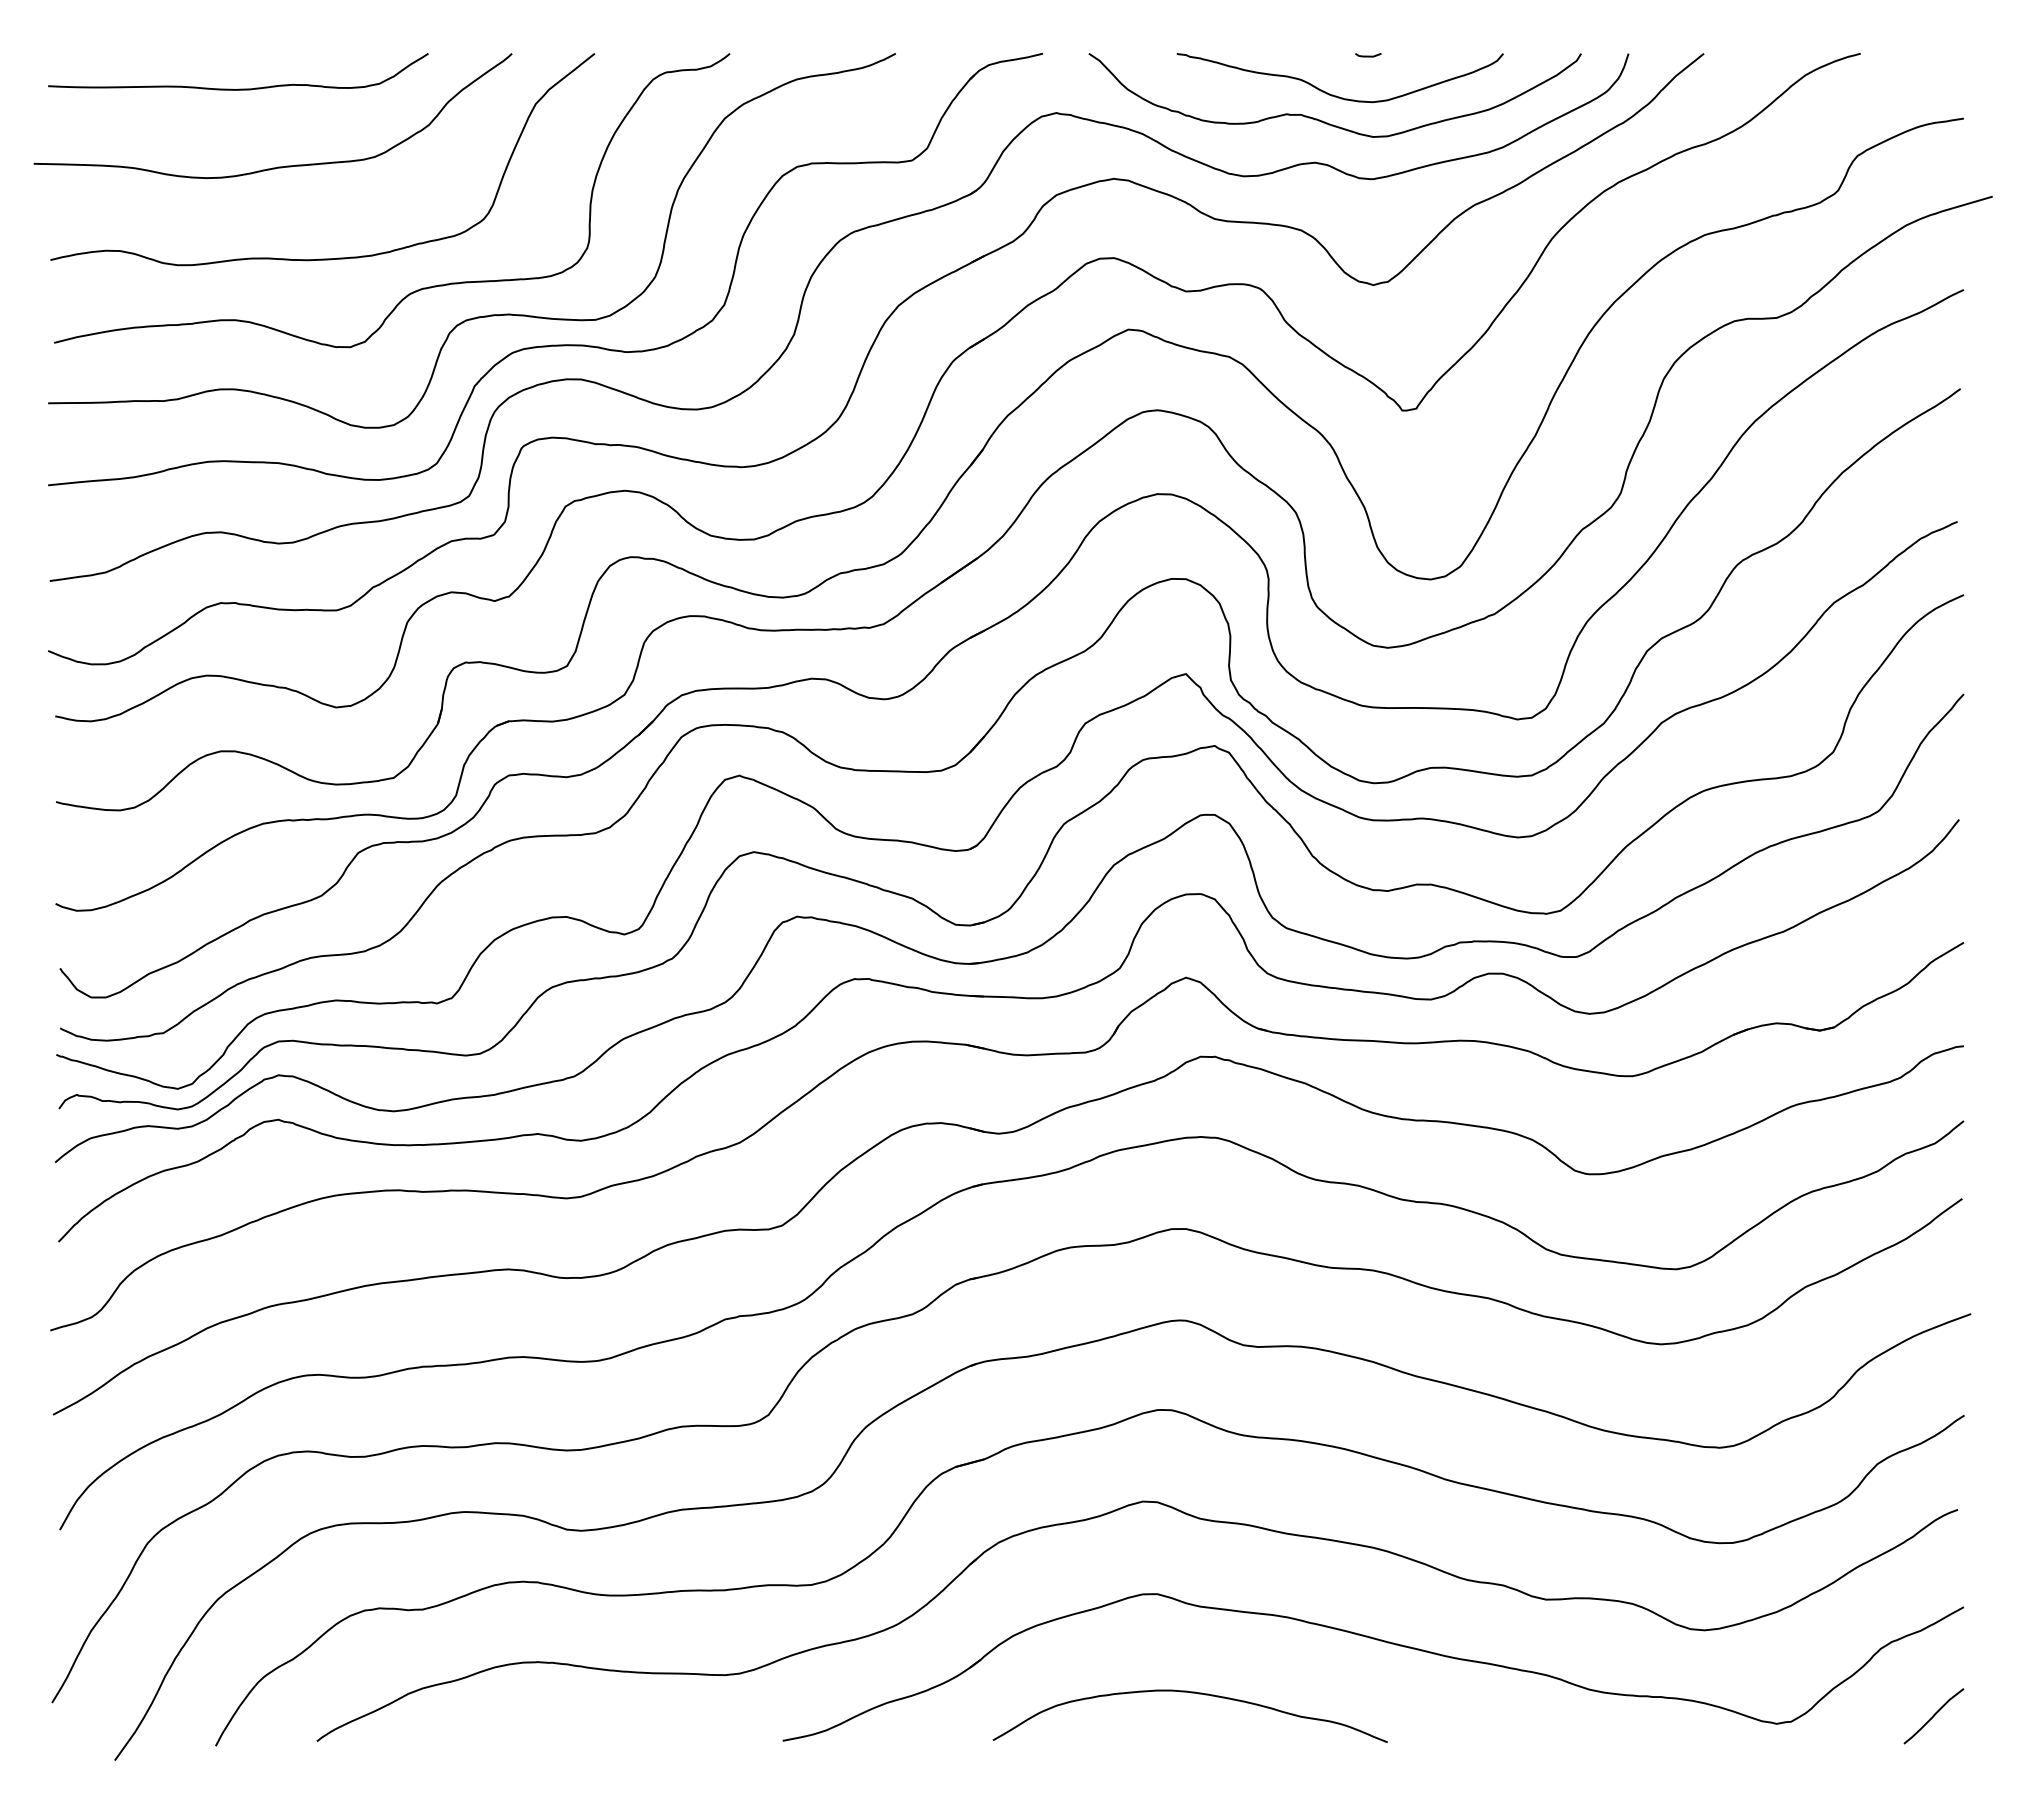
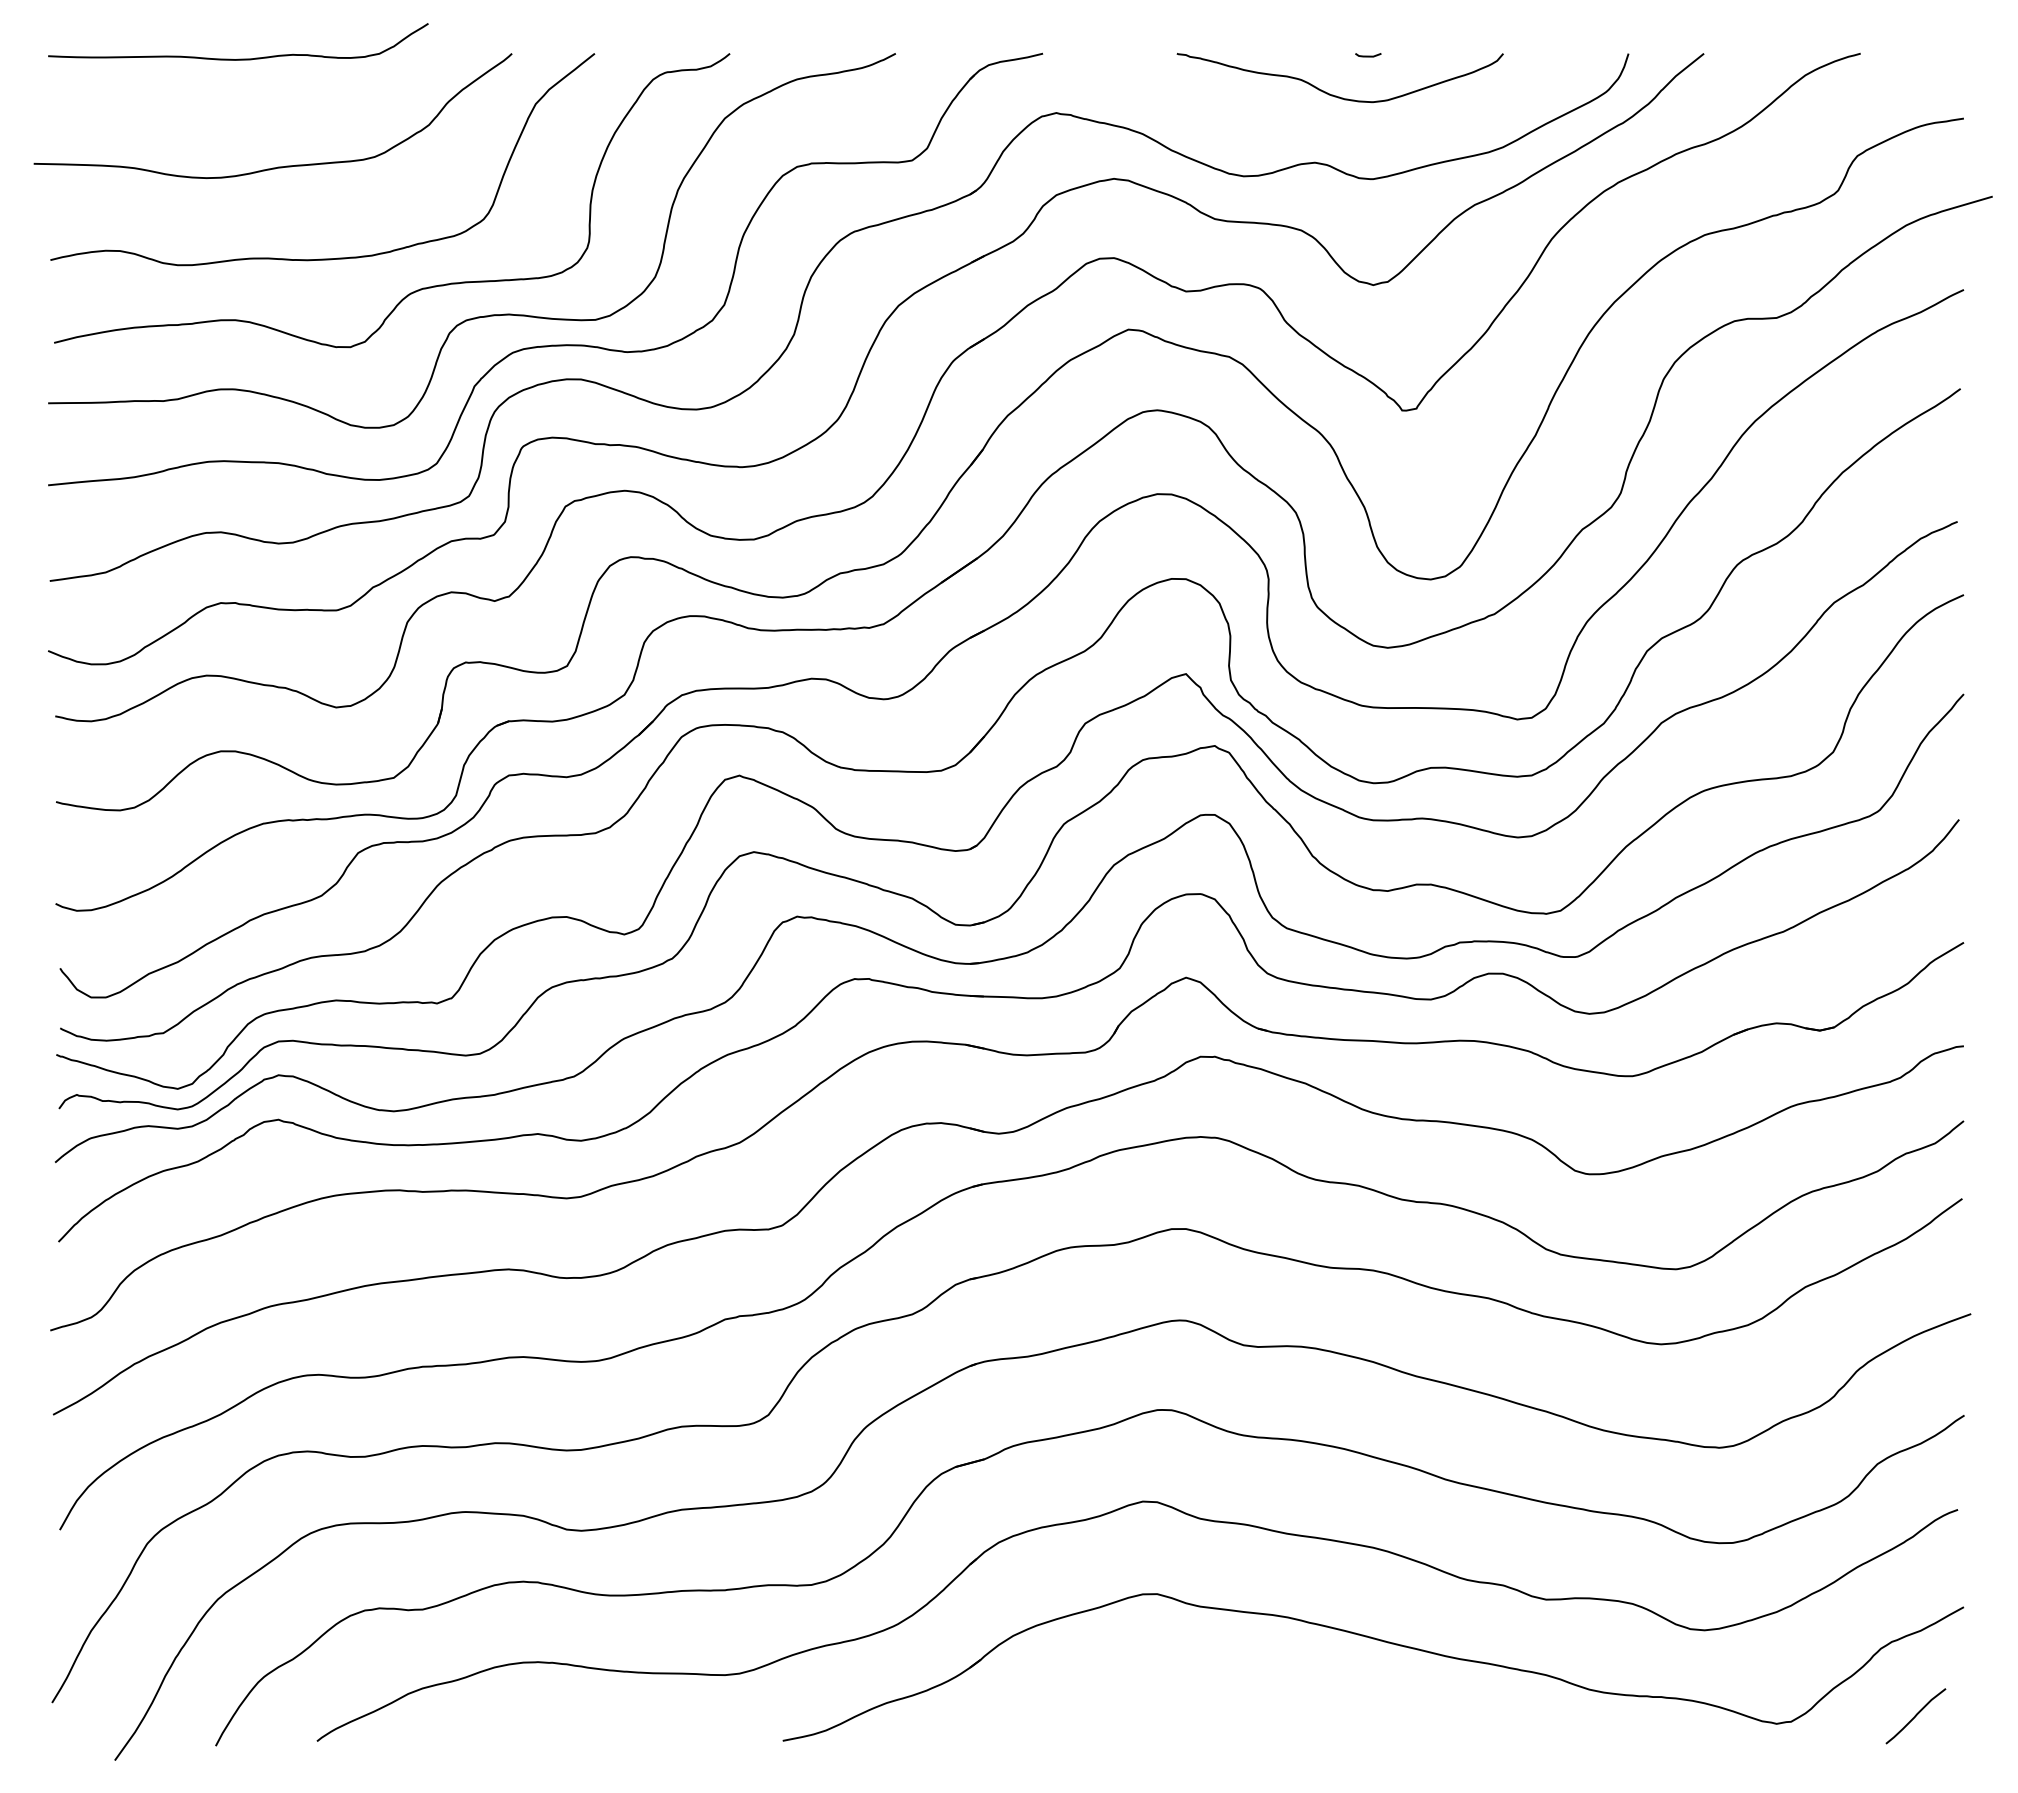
curve at (238, 88) position: (238, 88) -> (238, 58)
curve at (1322, 120): present -> none
curve at (1190, 1693): present -> none
curve at (1933, 1716) position: (1933, 1716) -> (1915, 1716)
